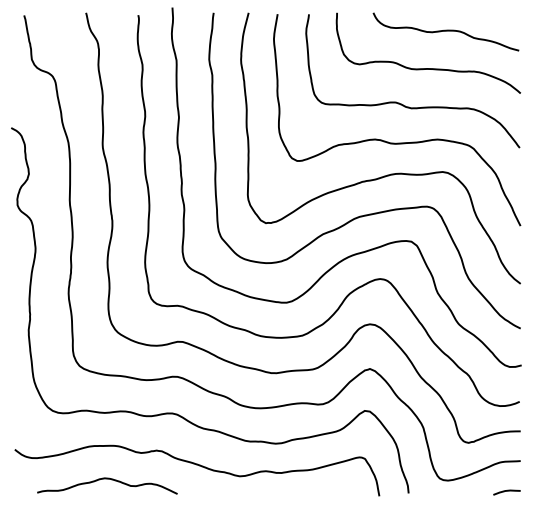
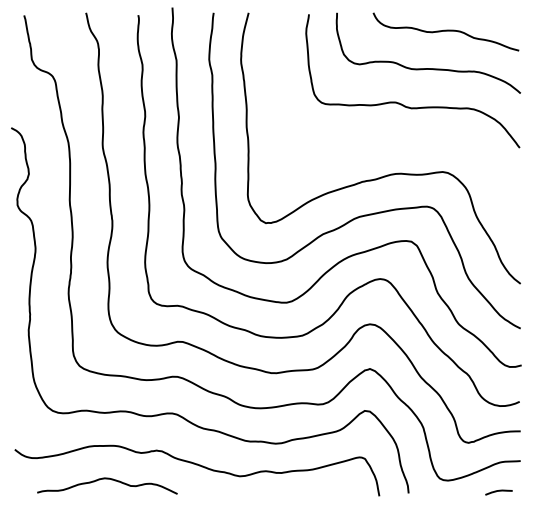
curve at (397, 142): present -> none
curve at (506, 491) position: (506, 491) -> (498, 491)
